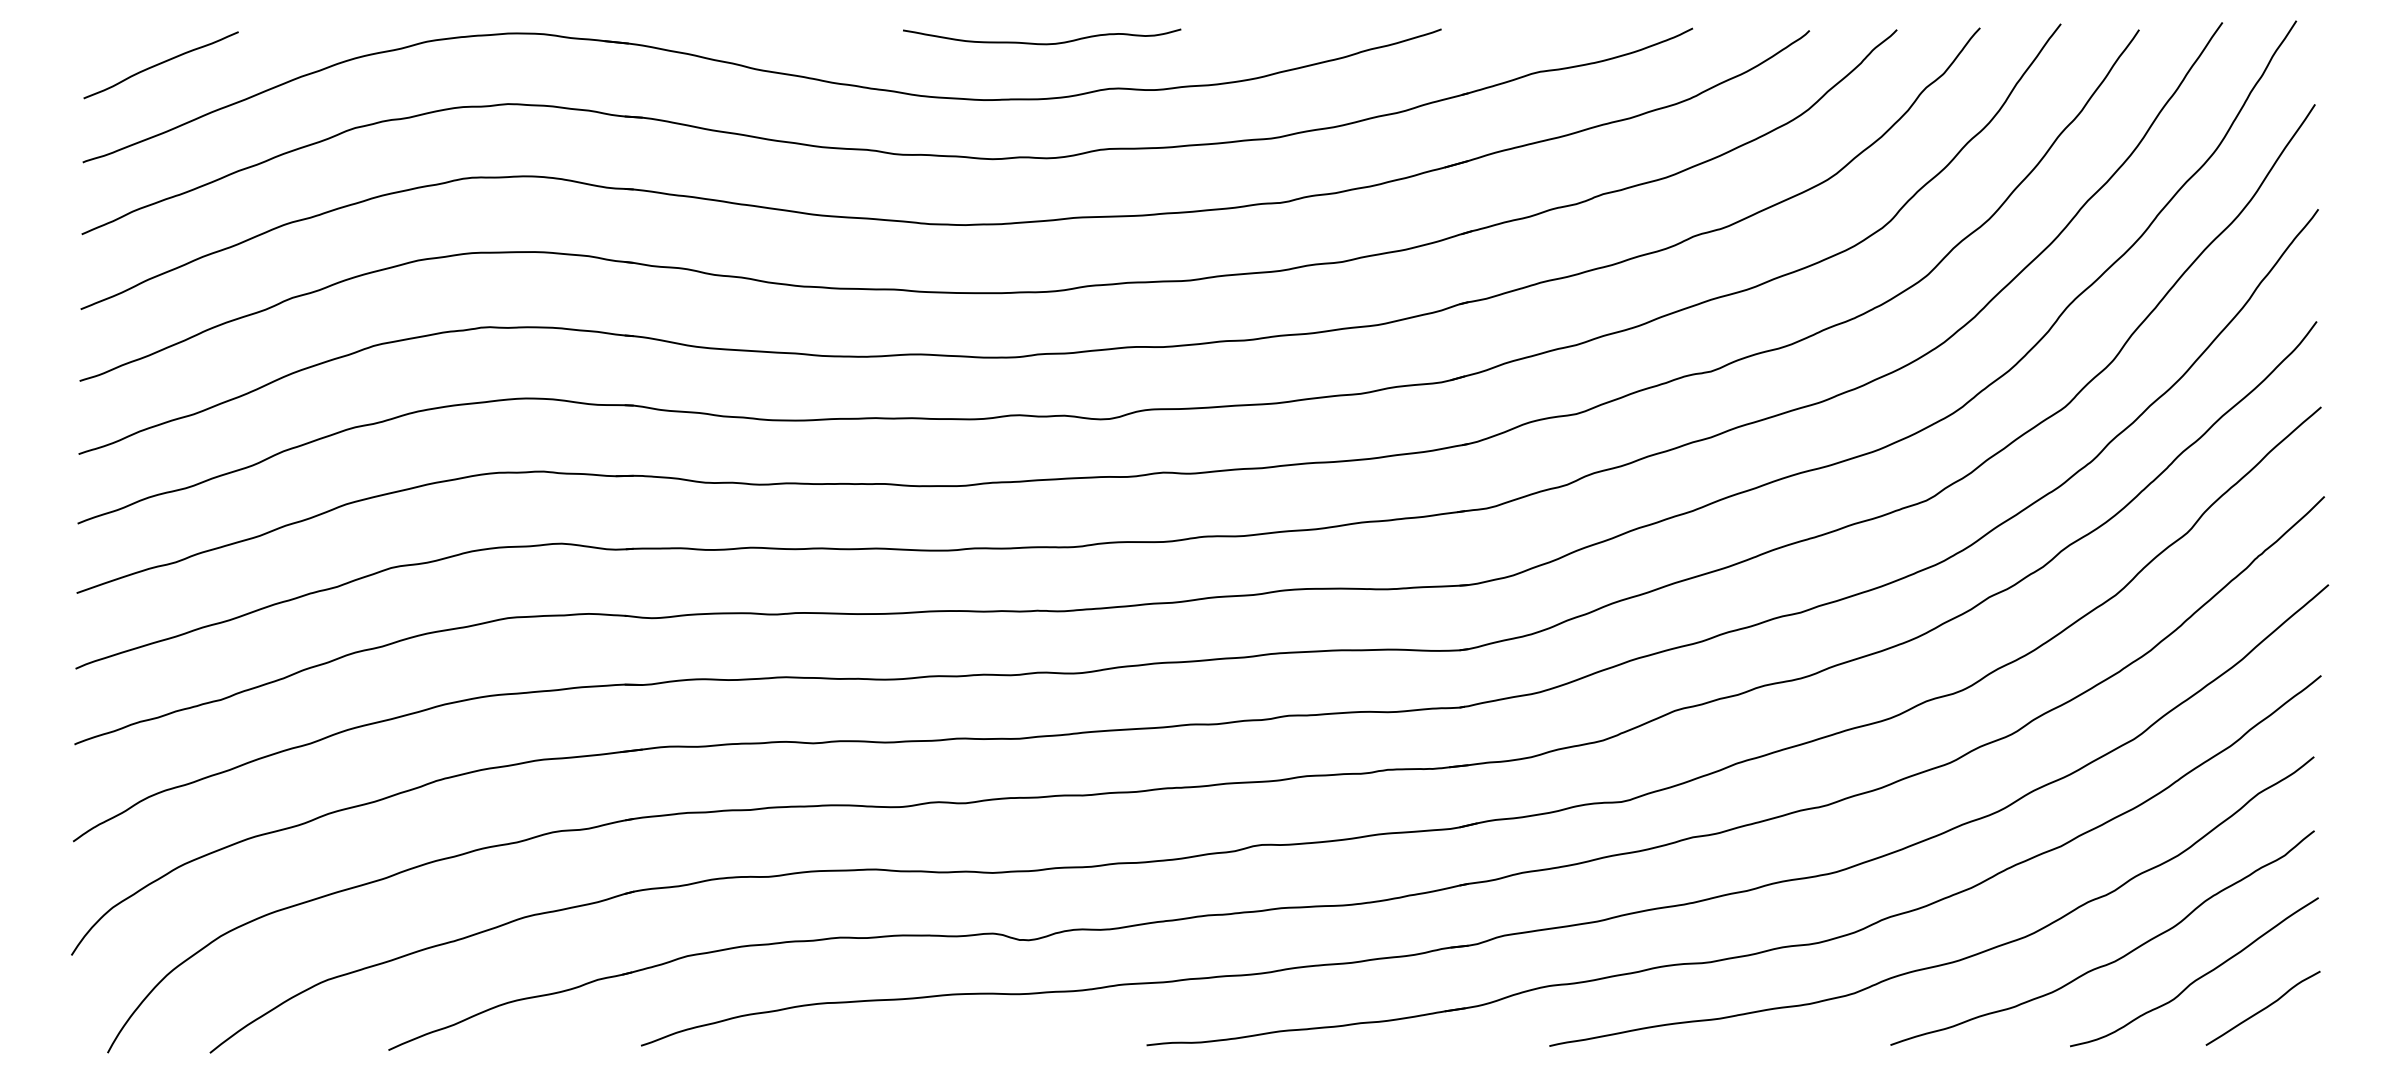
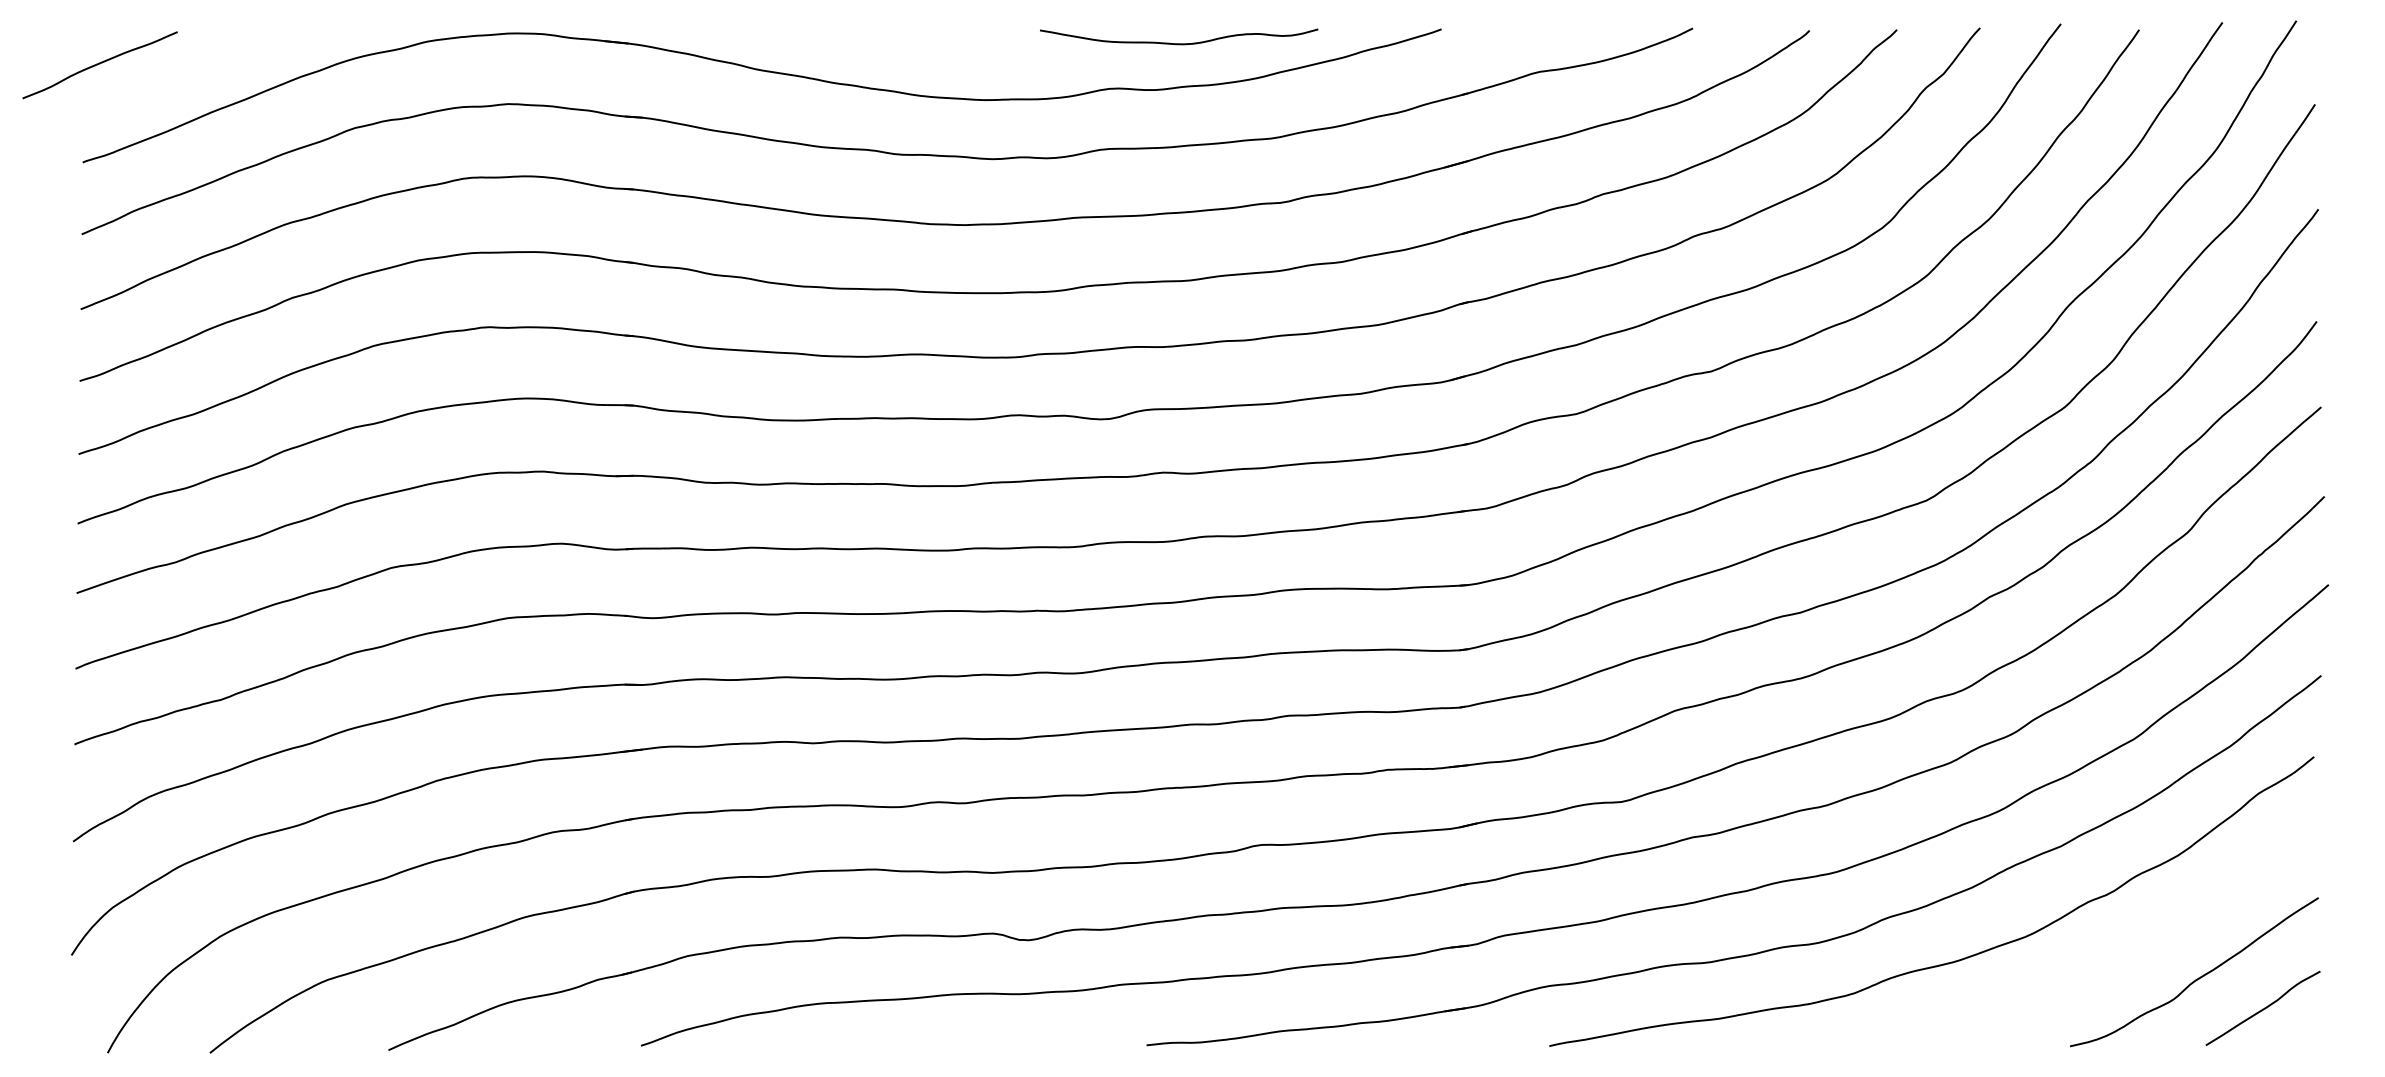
curve at (1042, 43) position: (1042, 43) -> (1179, 43)
curve at (160, 64) position: (160, 64) -> (99, 64)
curve at (2114, 960): present -> none
